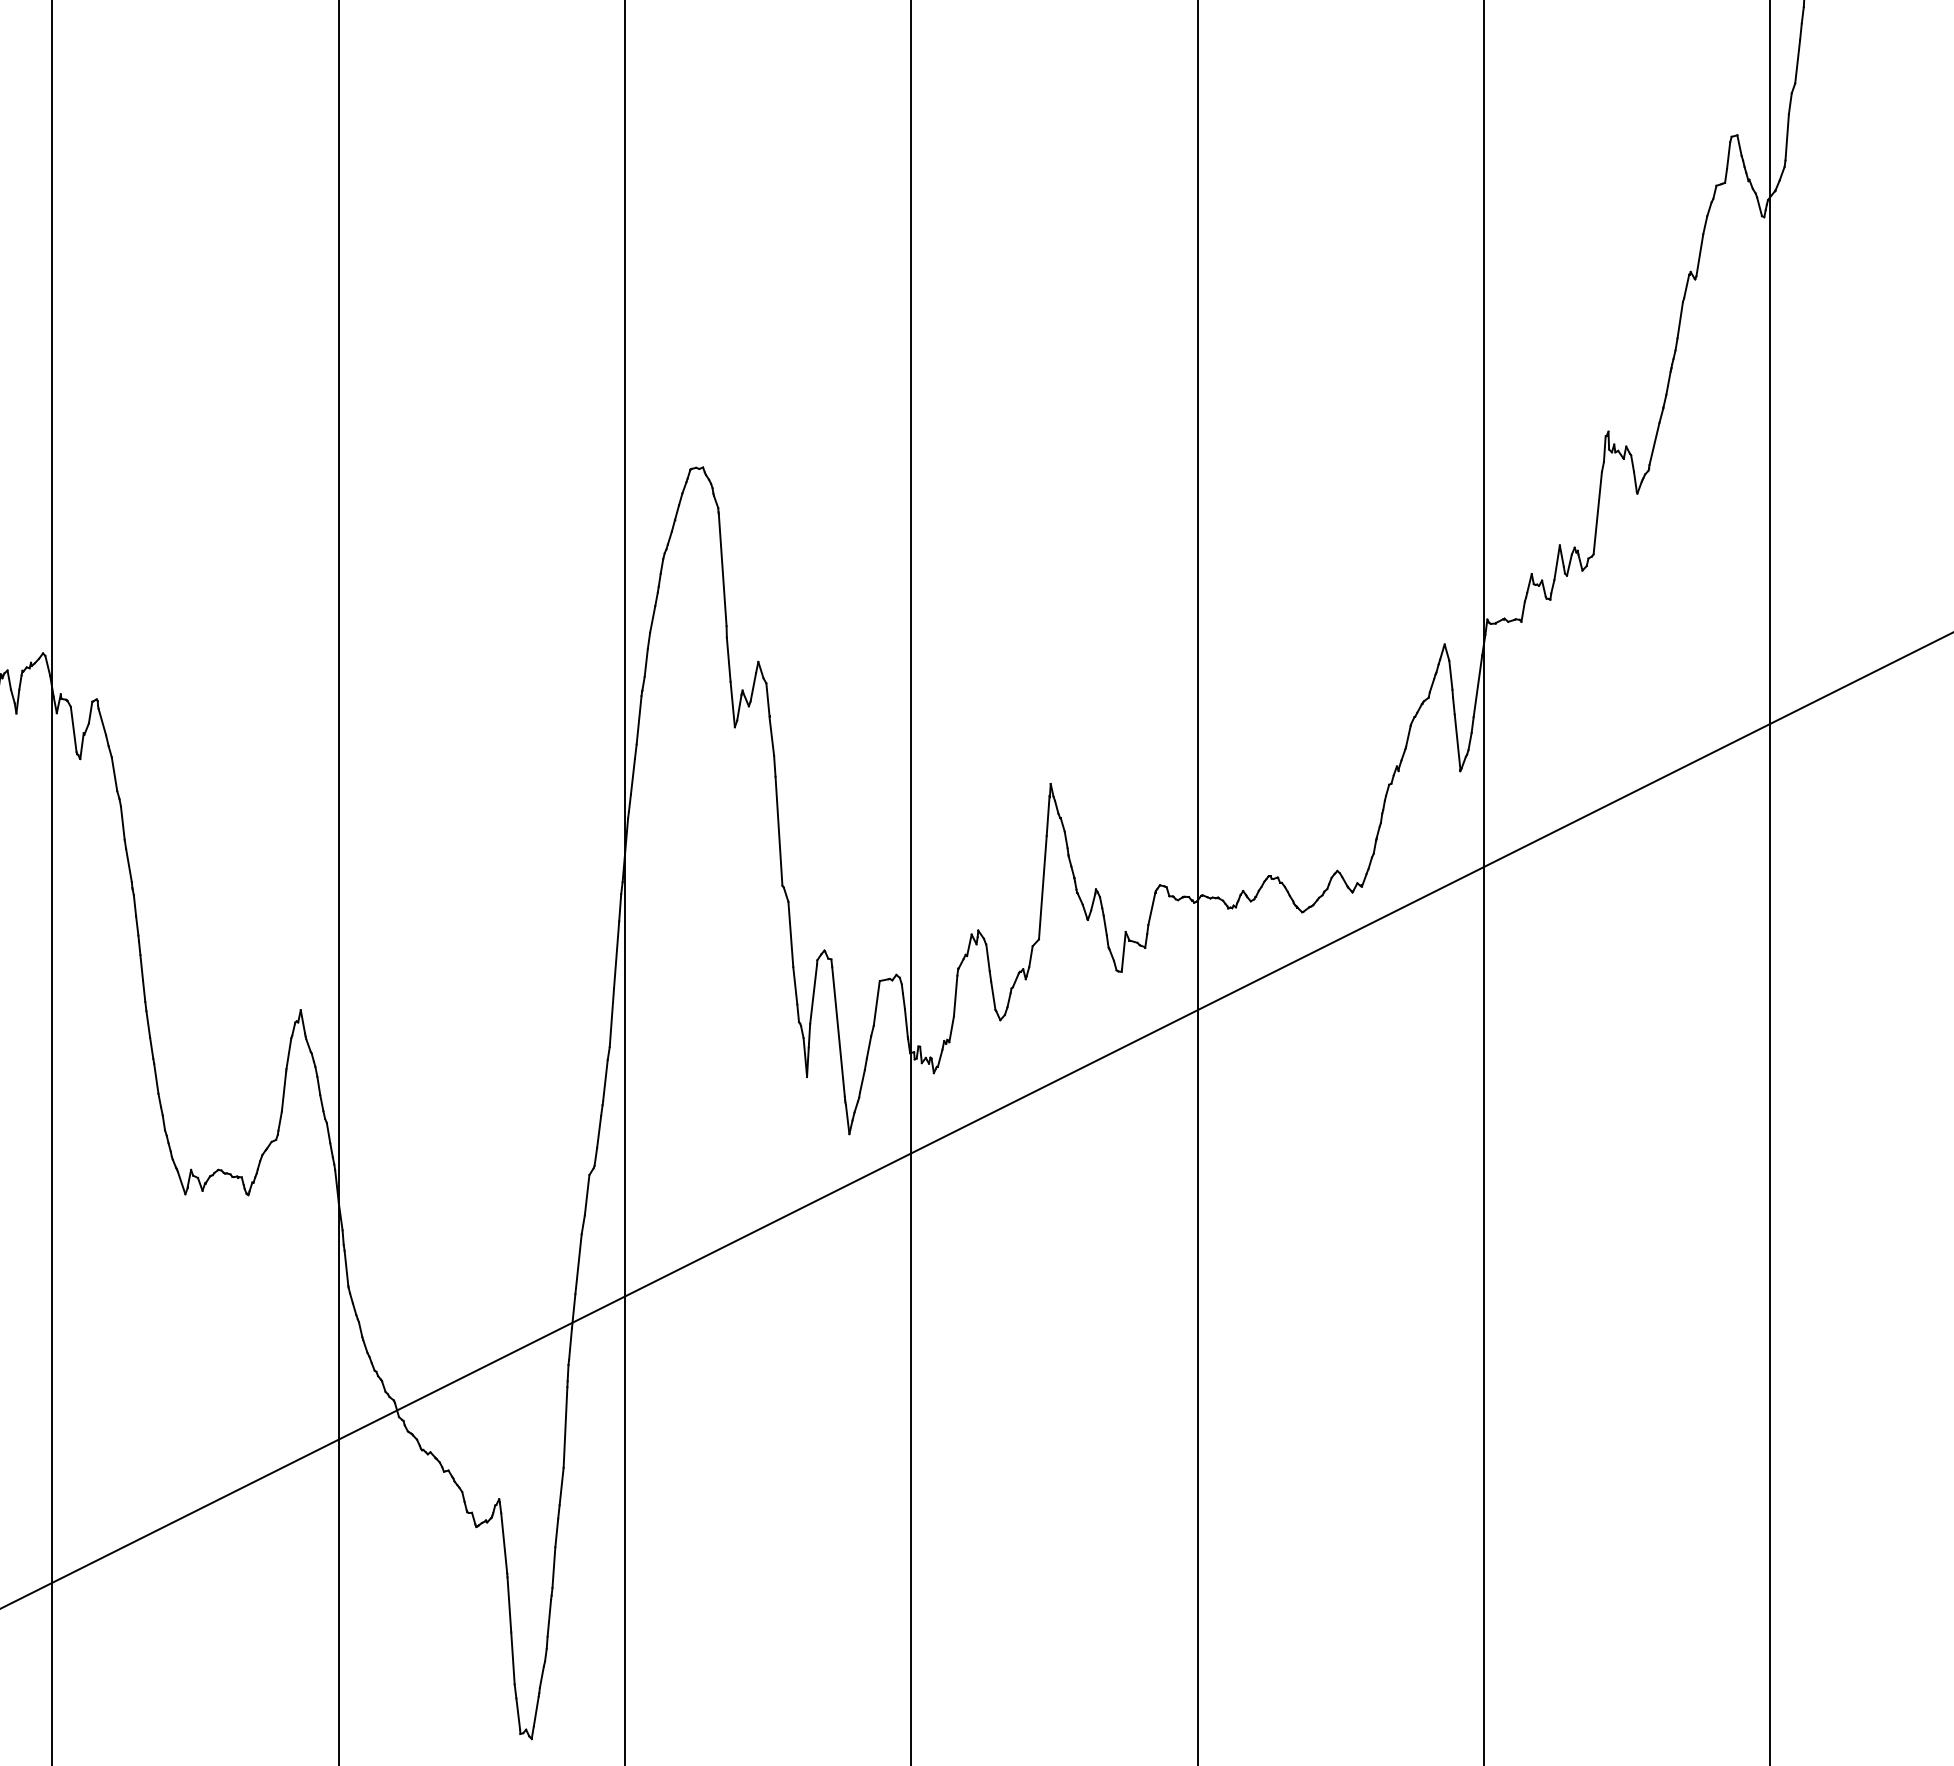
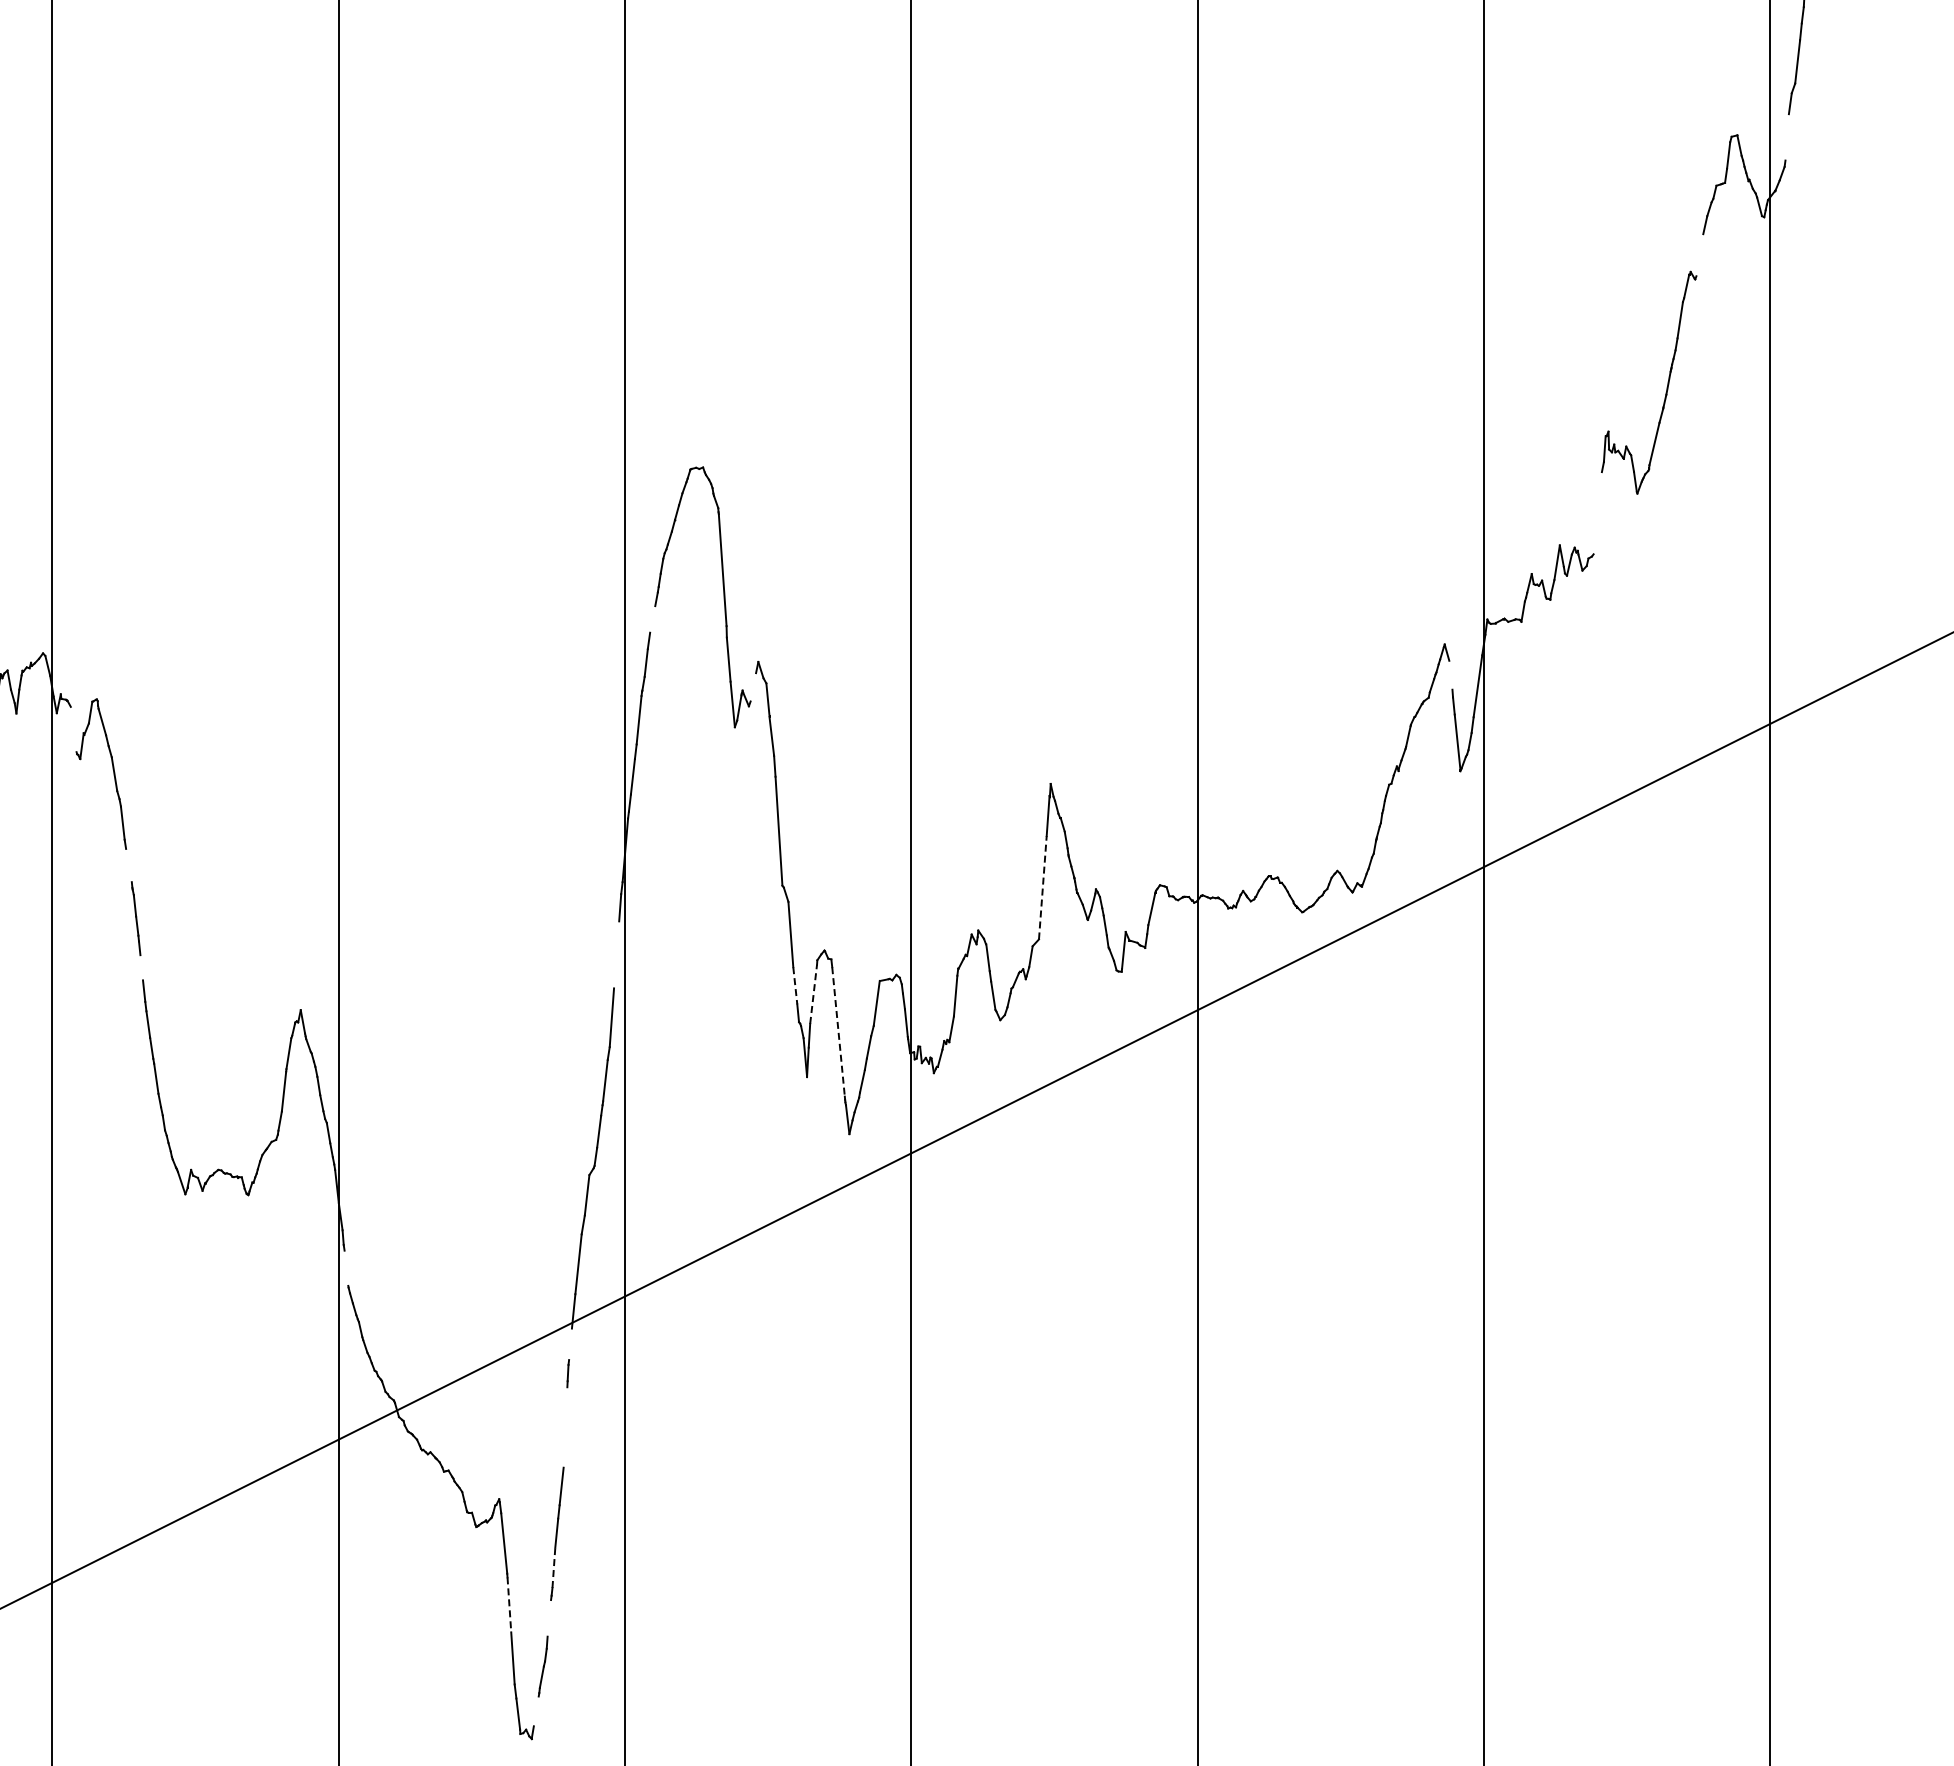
line at (1786, 137): present -> none
line at (1699, 255): present -> none
line at (1597, 513): present -> none
line at (652, 619): present -> none
line at (1450, 674): present -> none
line at (753, 687): present -> none
line at (73, 729): present -> none
line at (128, 865): present -> none
line at (1042, 887): solid -> dashed
line at (616, 954): present -> none
line at (141, 967): present -> none
line at (795, 985): solid -> dashed
line at (813, 994): solid -> dashed
line at (838, 1032): solid -> dashed
line at (346, 1267): present -> none
line at (570, 1344): present -> none
line at (565, 1427): present -> none
line at (553, 1567): solid -> dashed
line at (509, 1604): solid -> dashed
line at (549, 1618): present -> none
line at (535, 1711): present -> none
